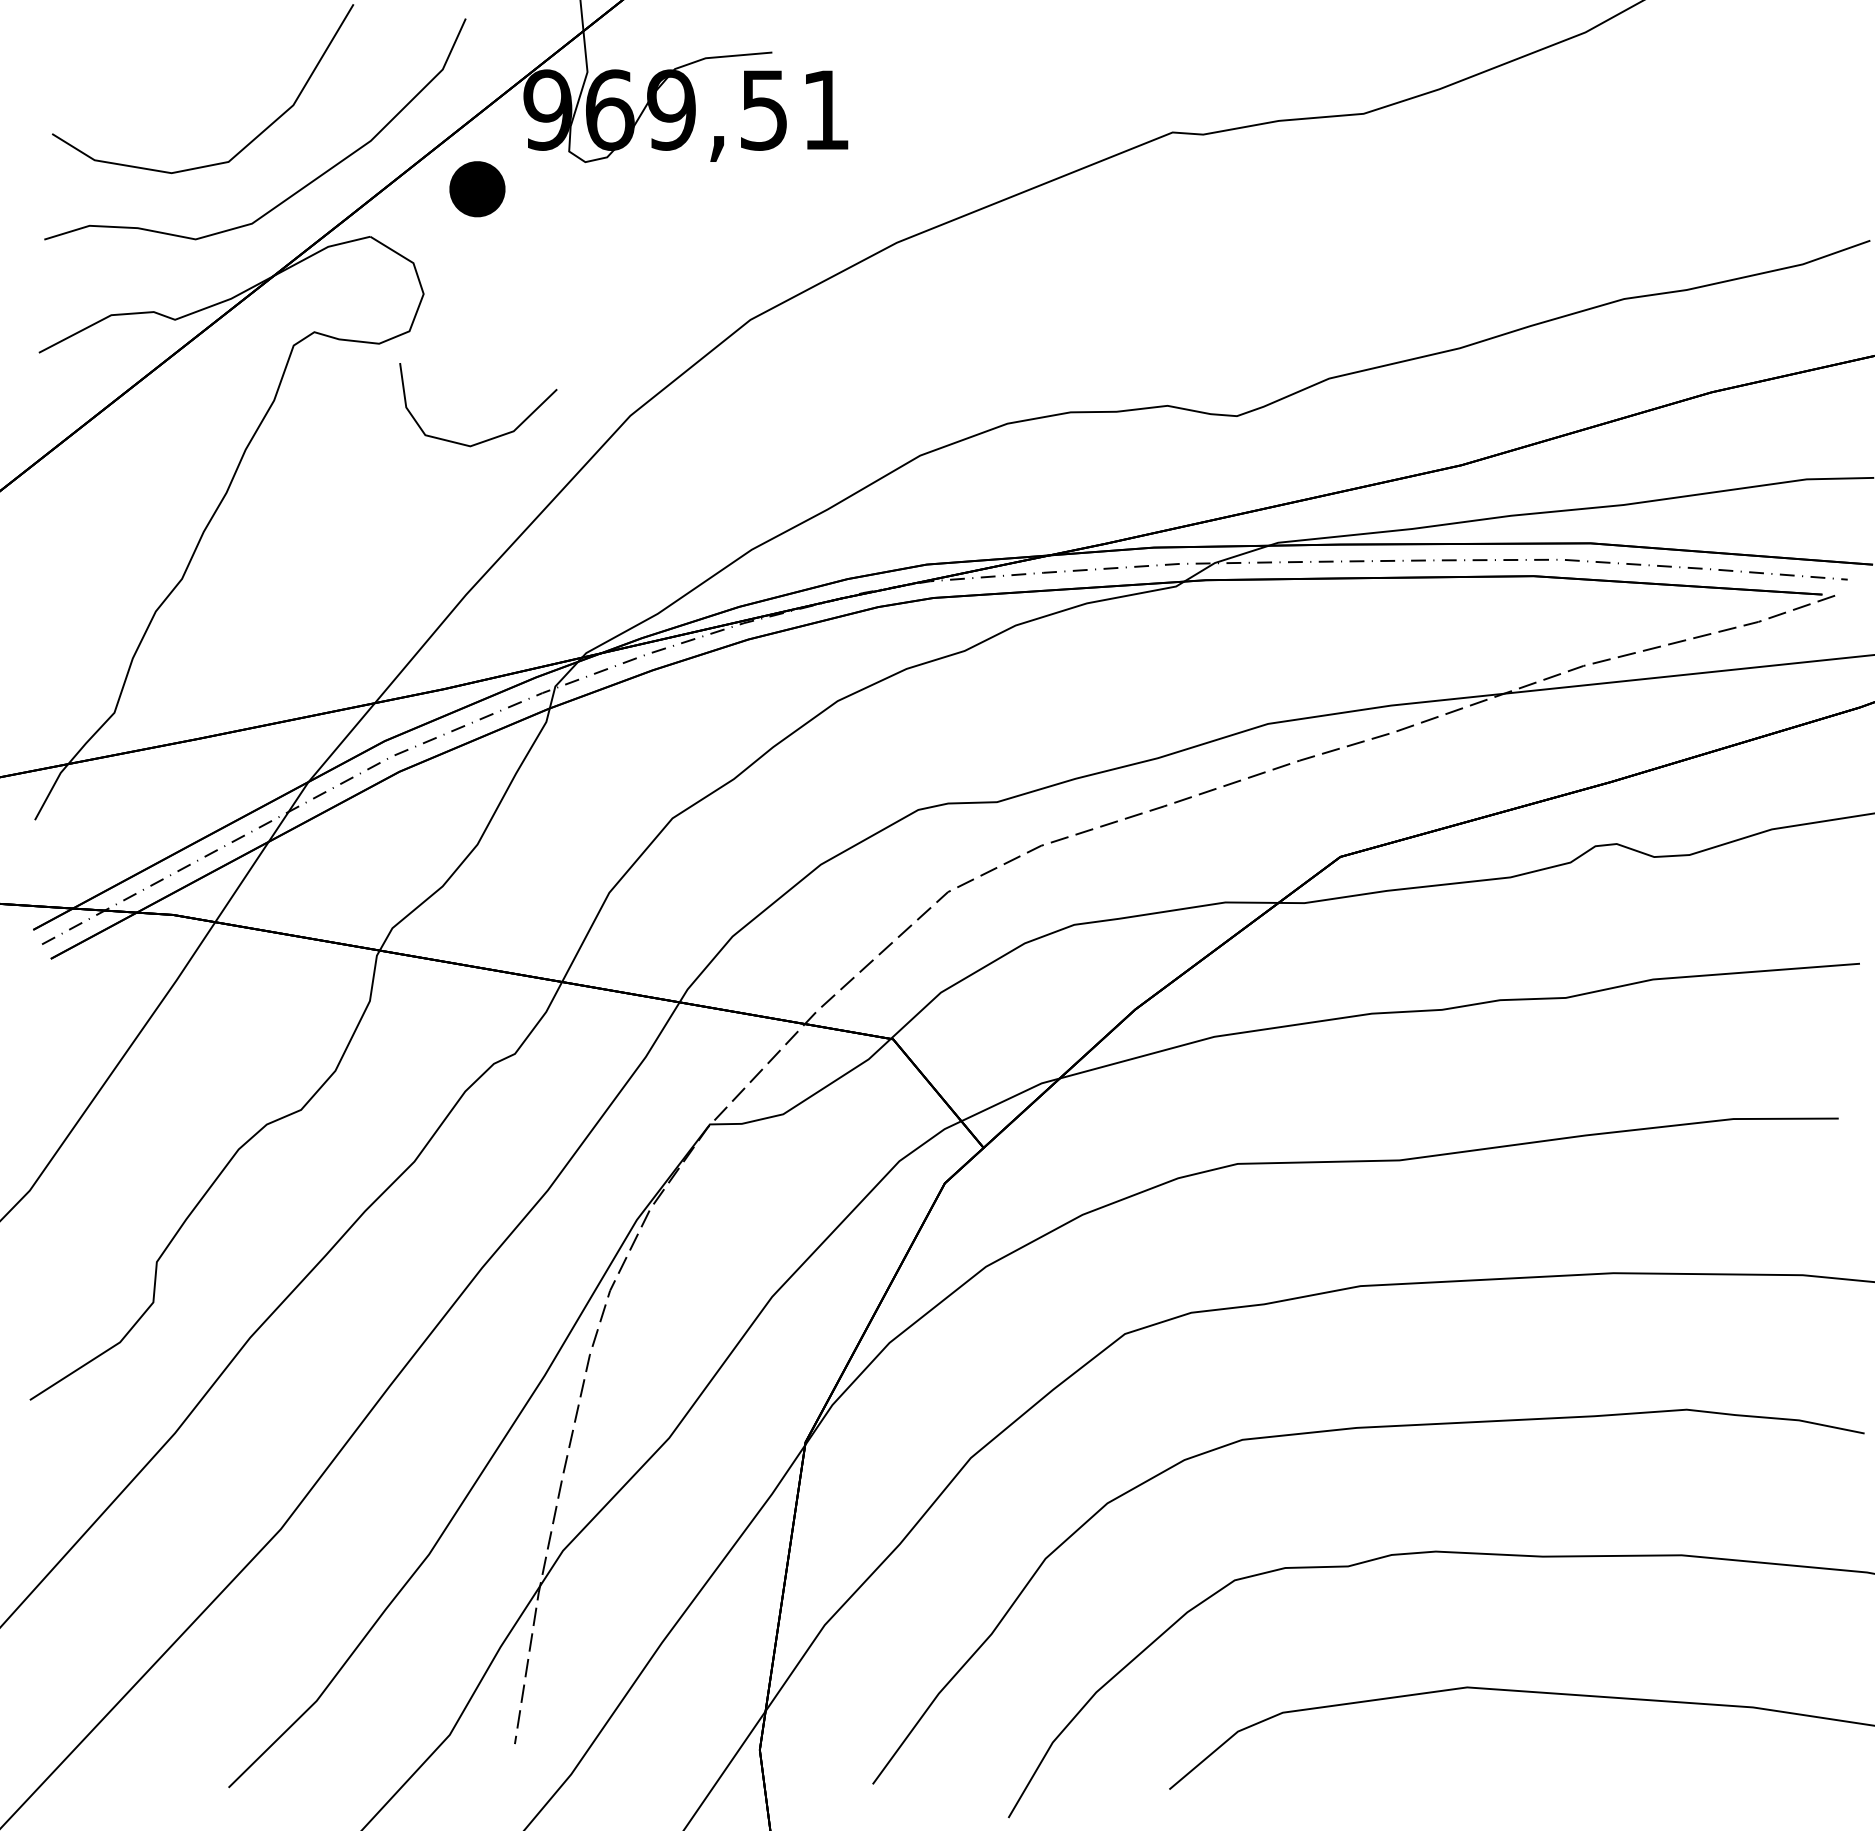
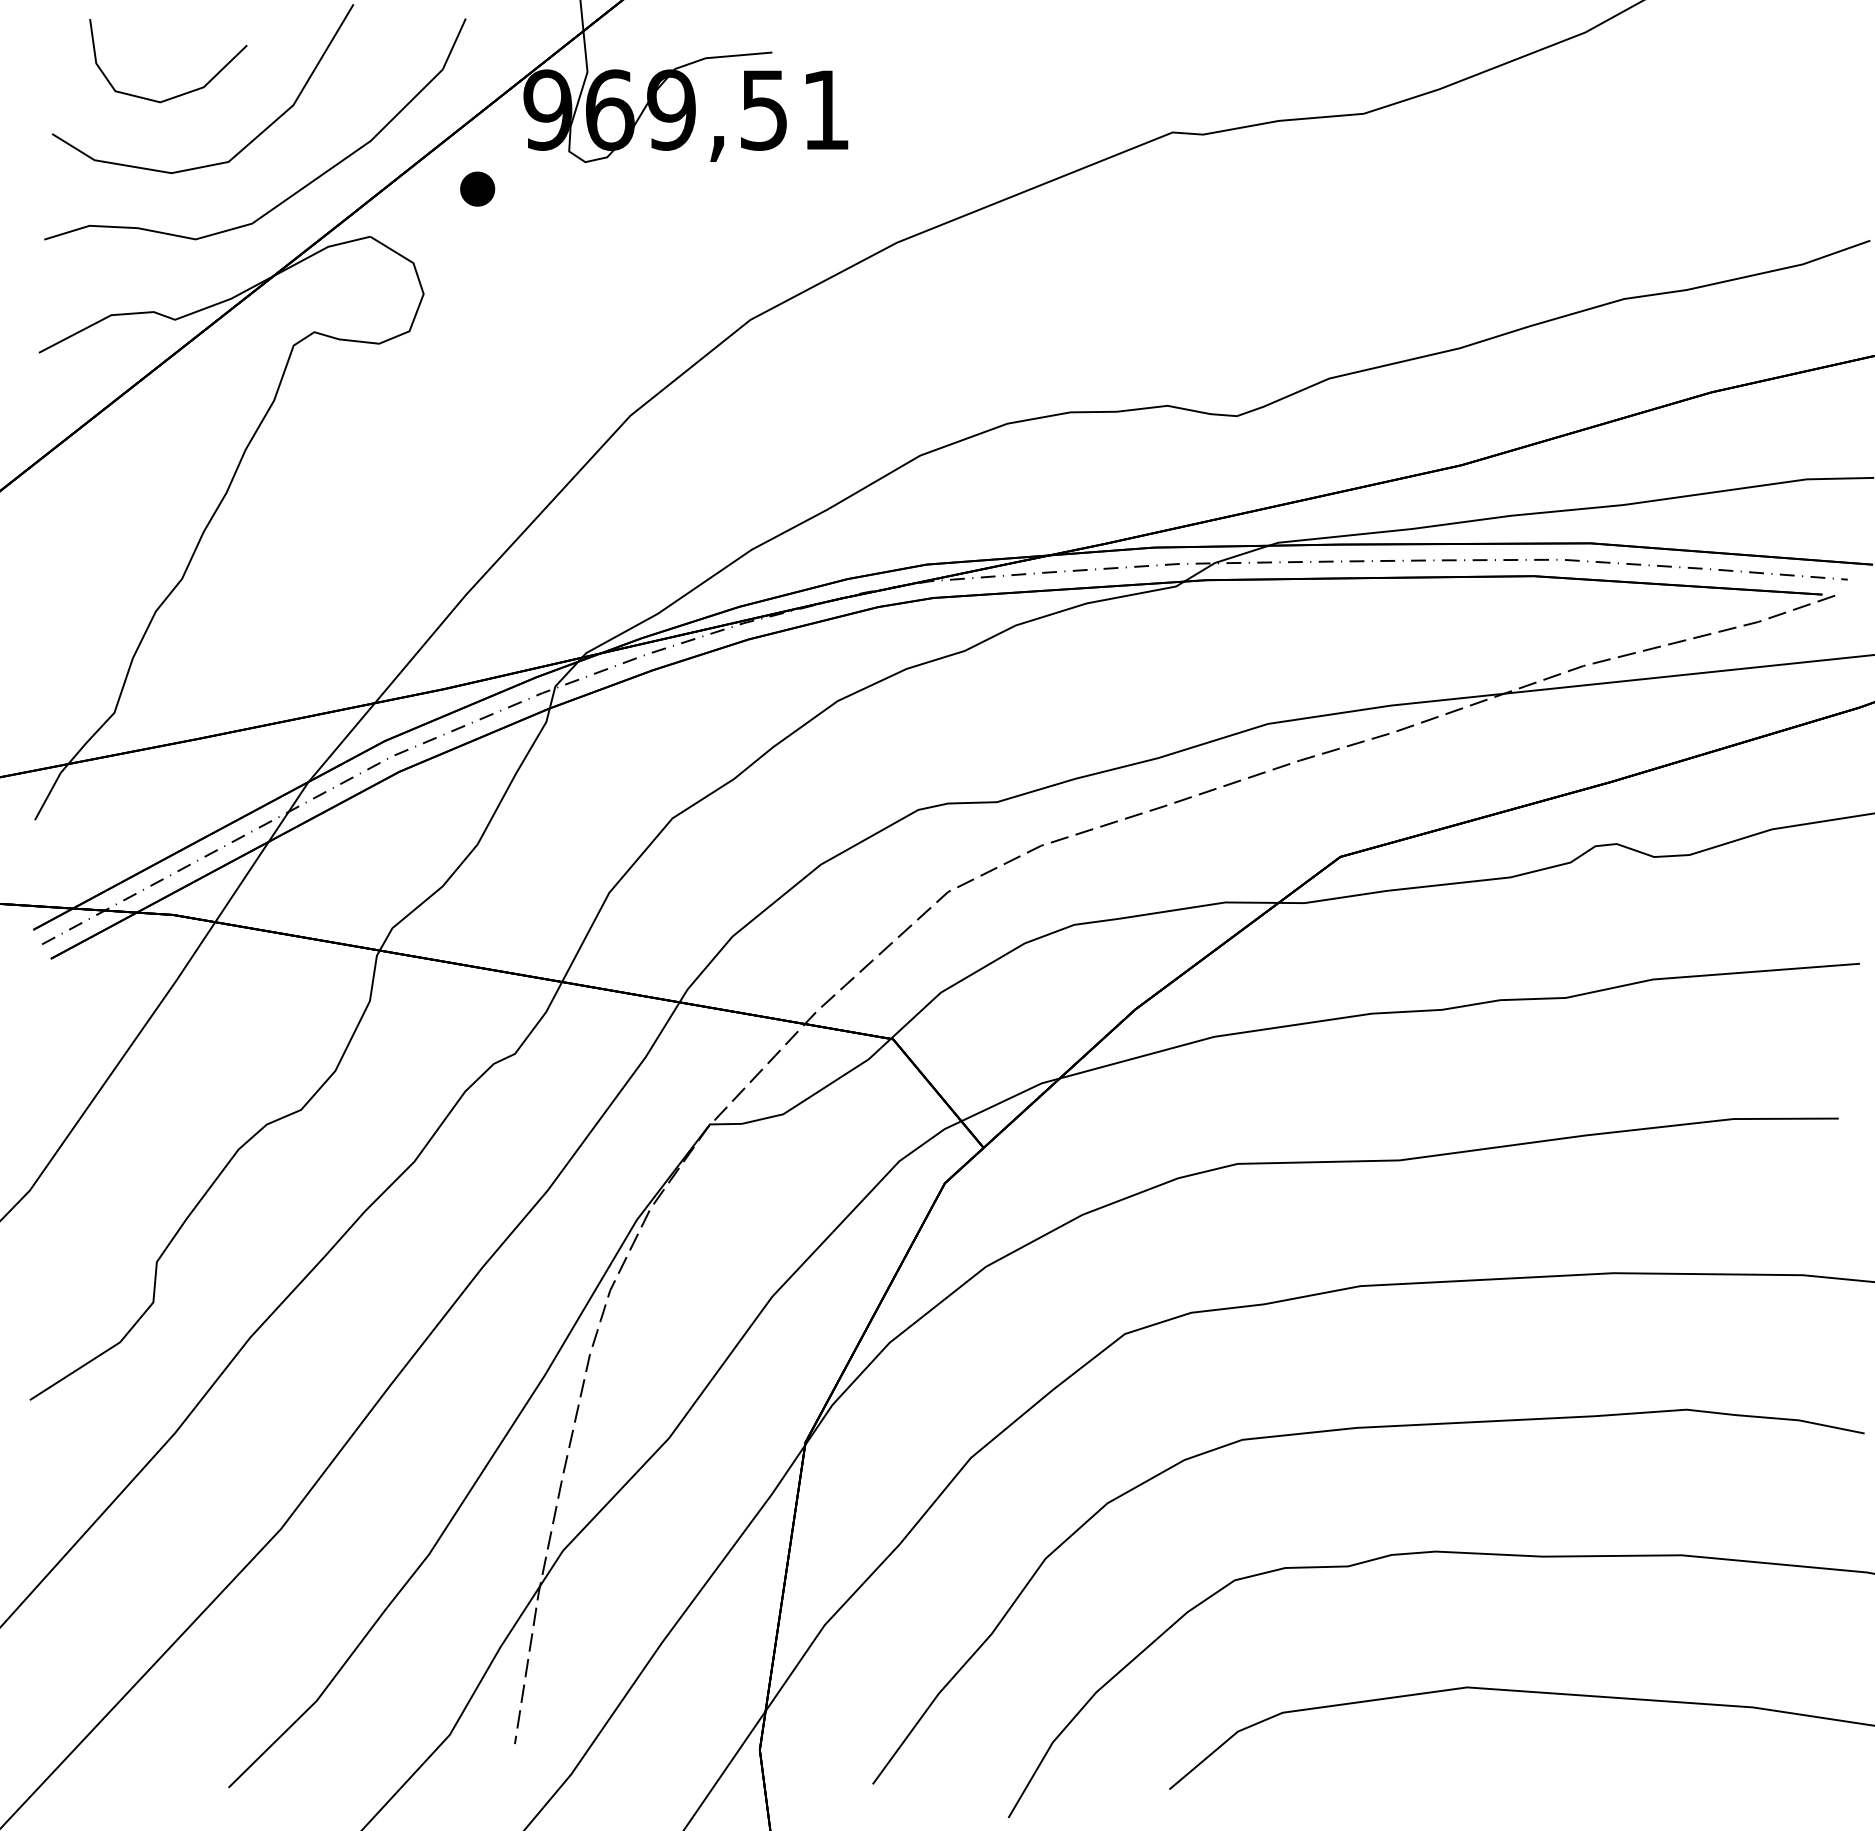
part at (477, 189) size: 57x57 px -> 36x36 px
curve at (489, 438) position: (489, 438) -> (179, 94)
